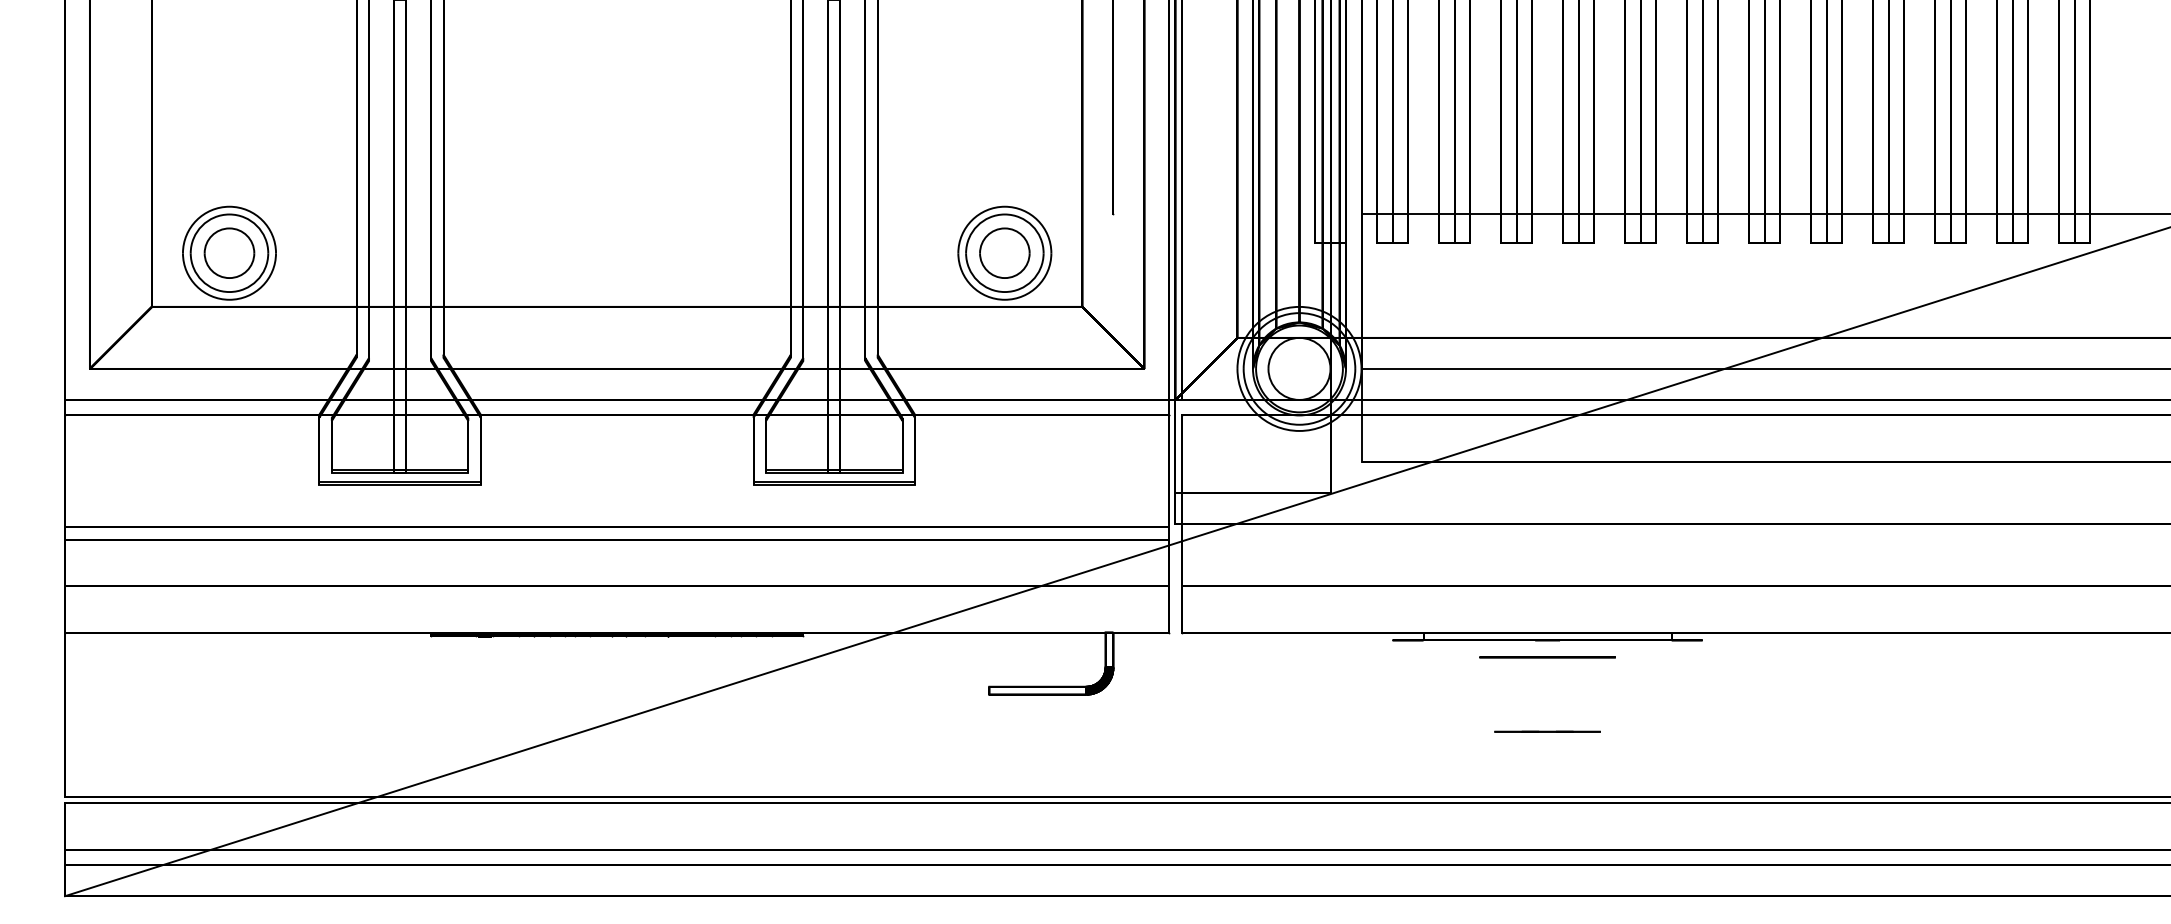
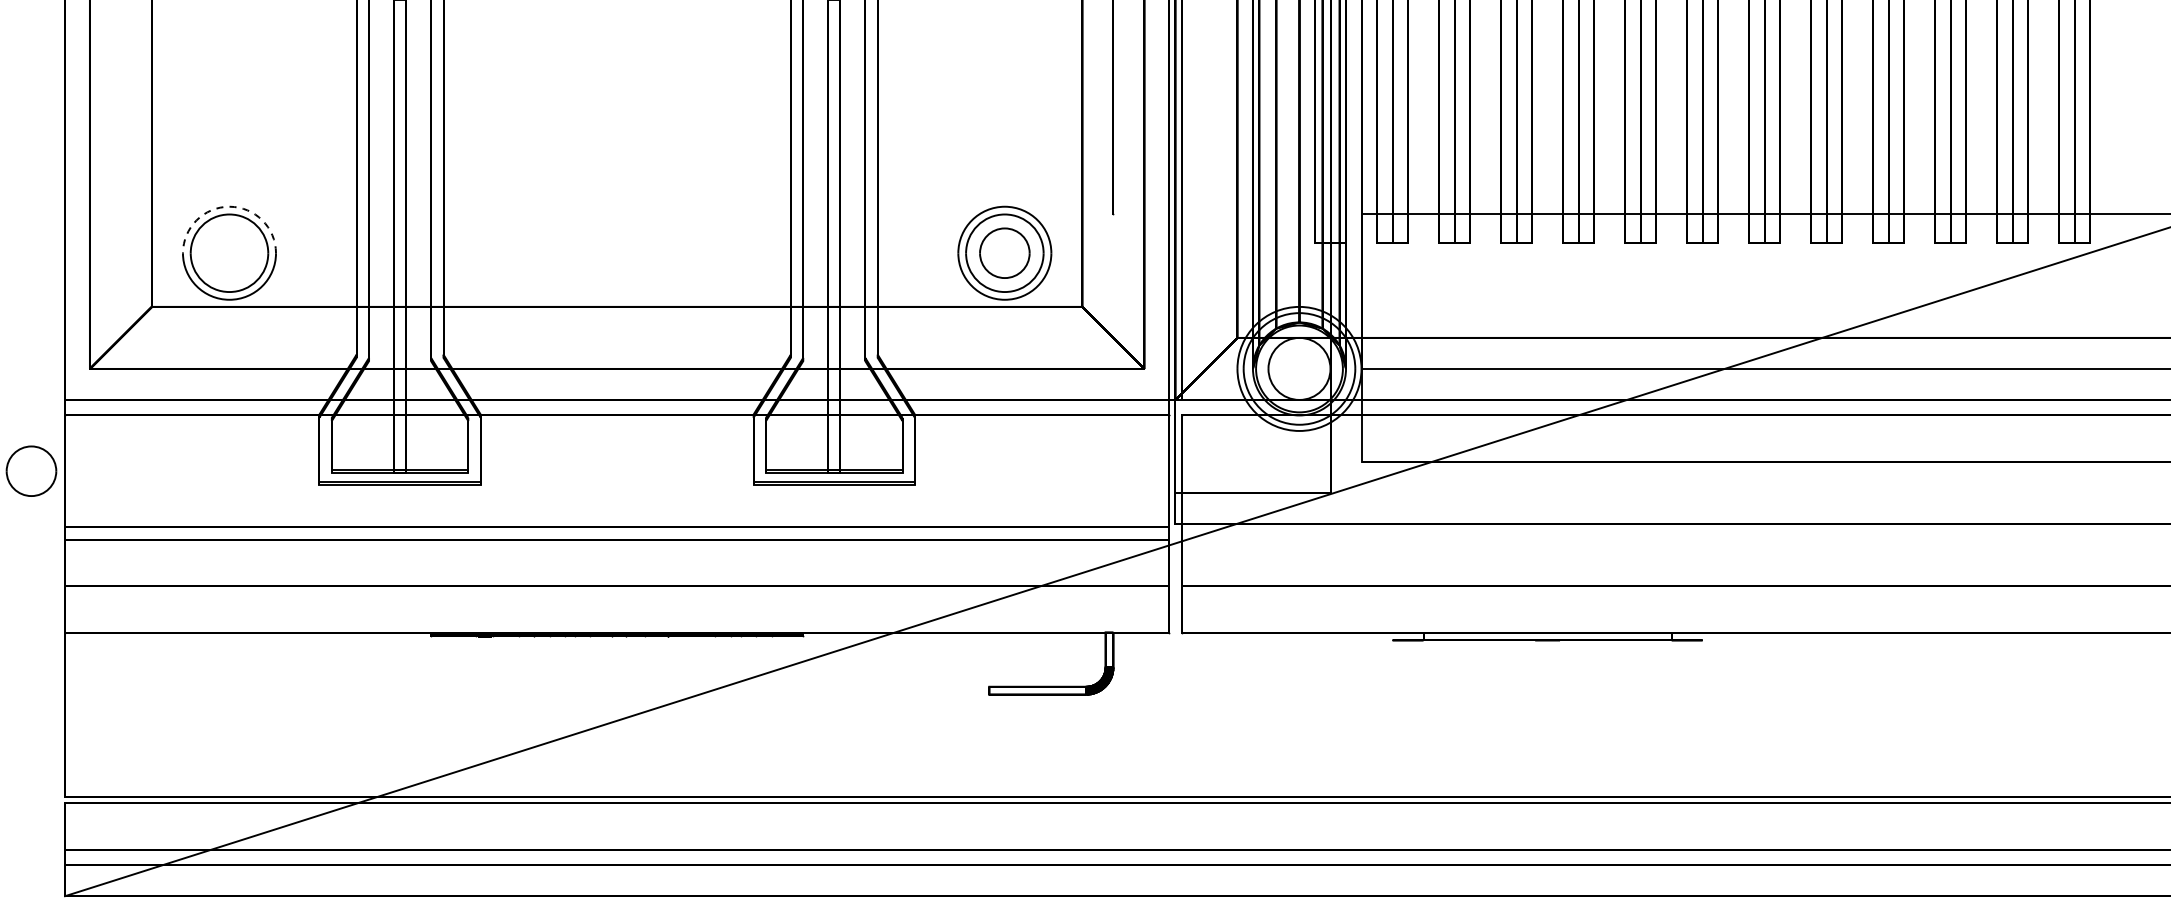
arc at (229, 206): solid -> dashed
part at (229, 252) position: (229, 252) -> (31, 470)
circle at (1547, 657): present -> none
line at (1547, 731): present -> none
